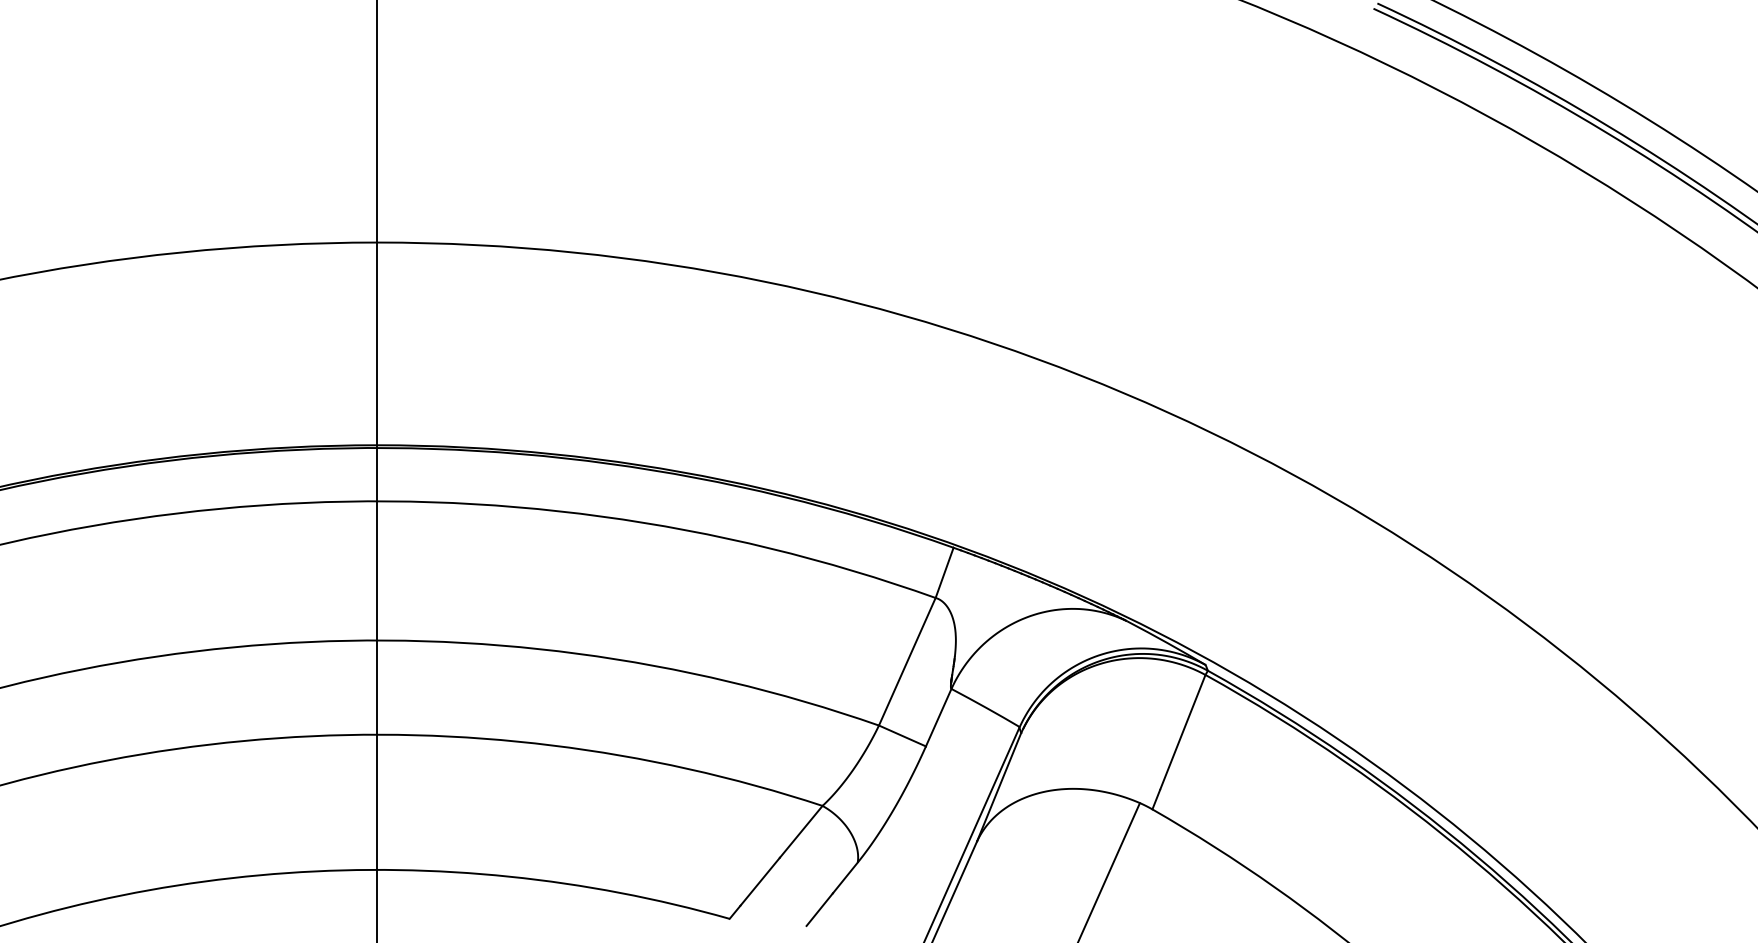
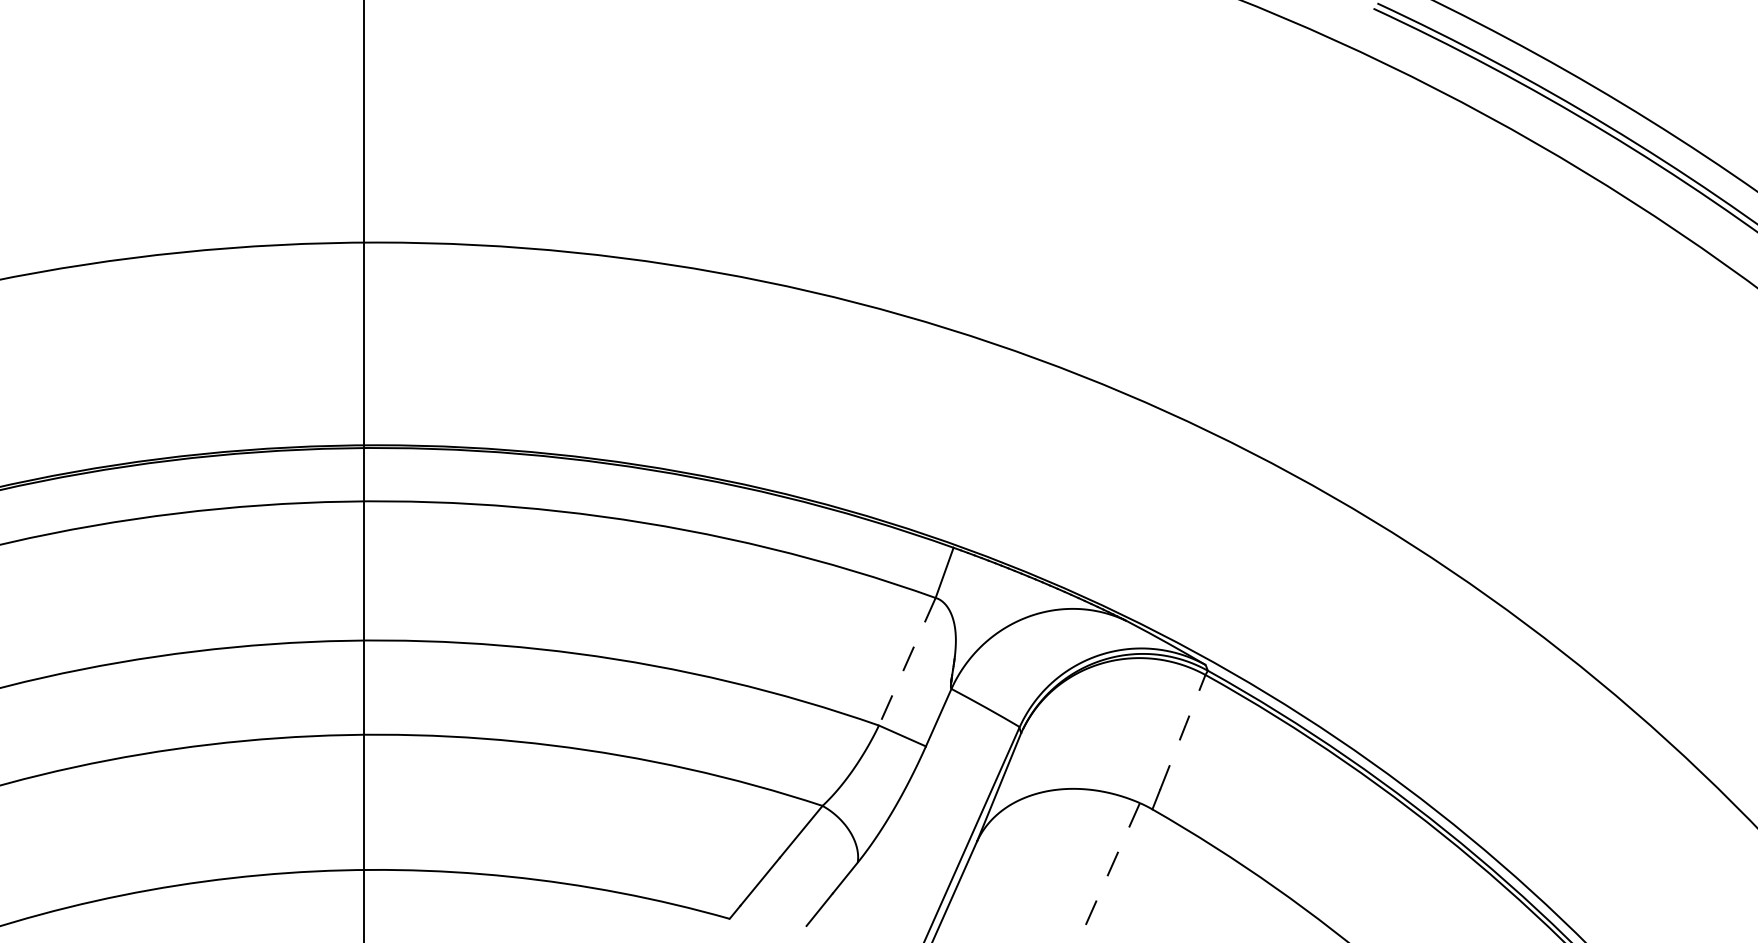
line at (377, 470) position: (377, 470) -> (364, 470)
line at (907, 661): solid -> dashed
line at (1183, 731): solid -> dashed
line at (1108, 873): solid -> dashed
